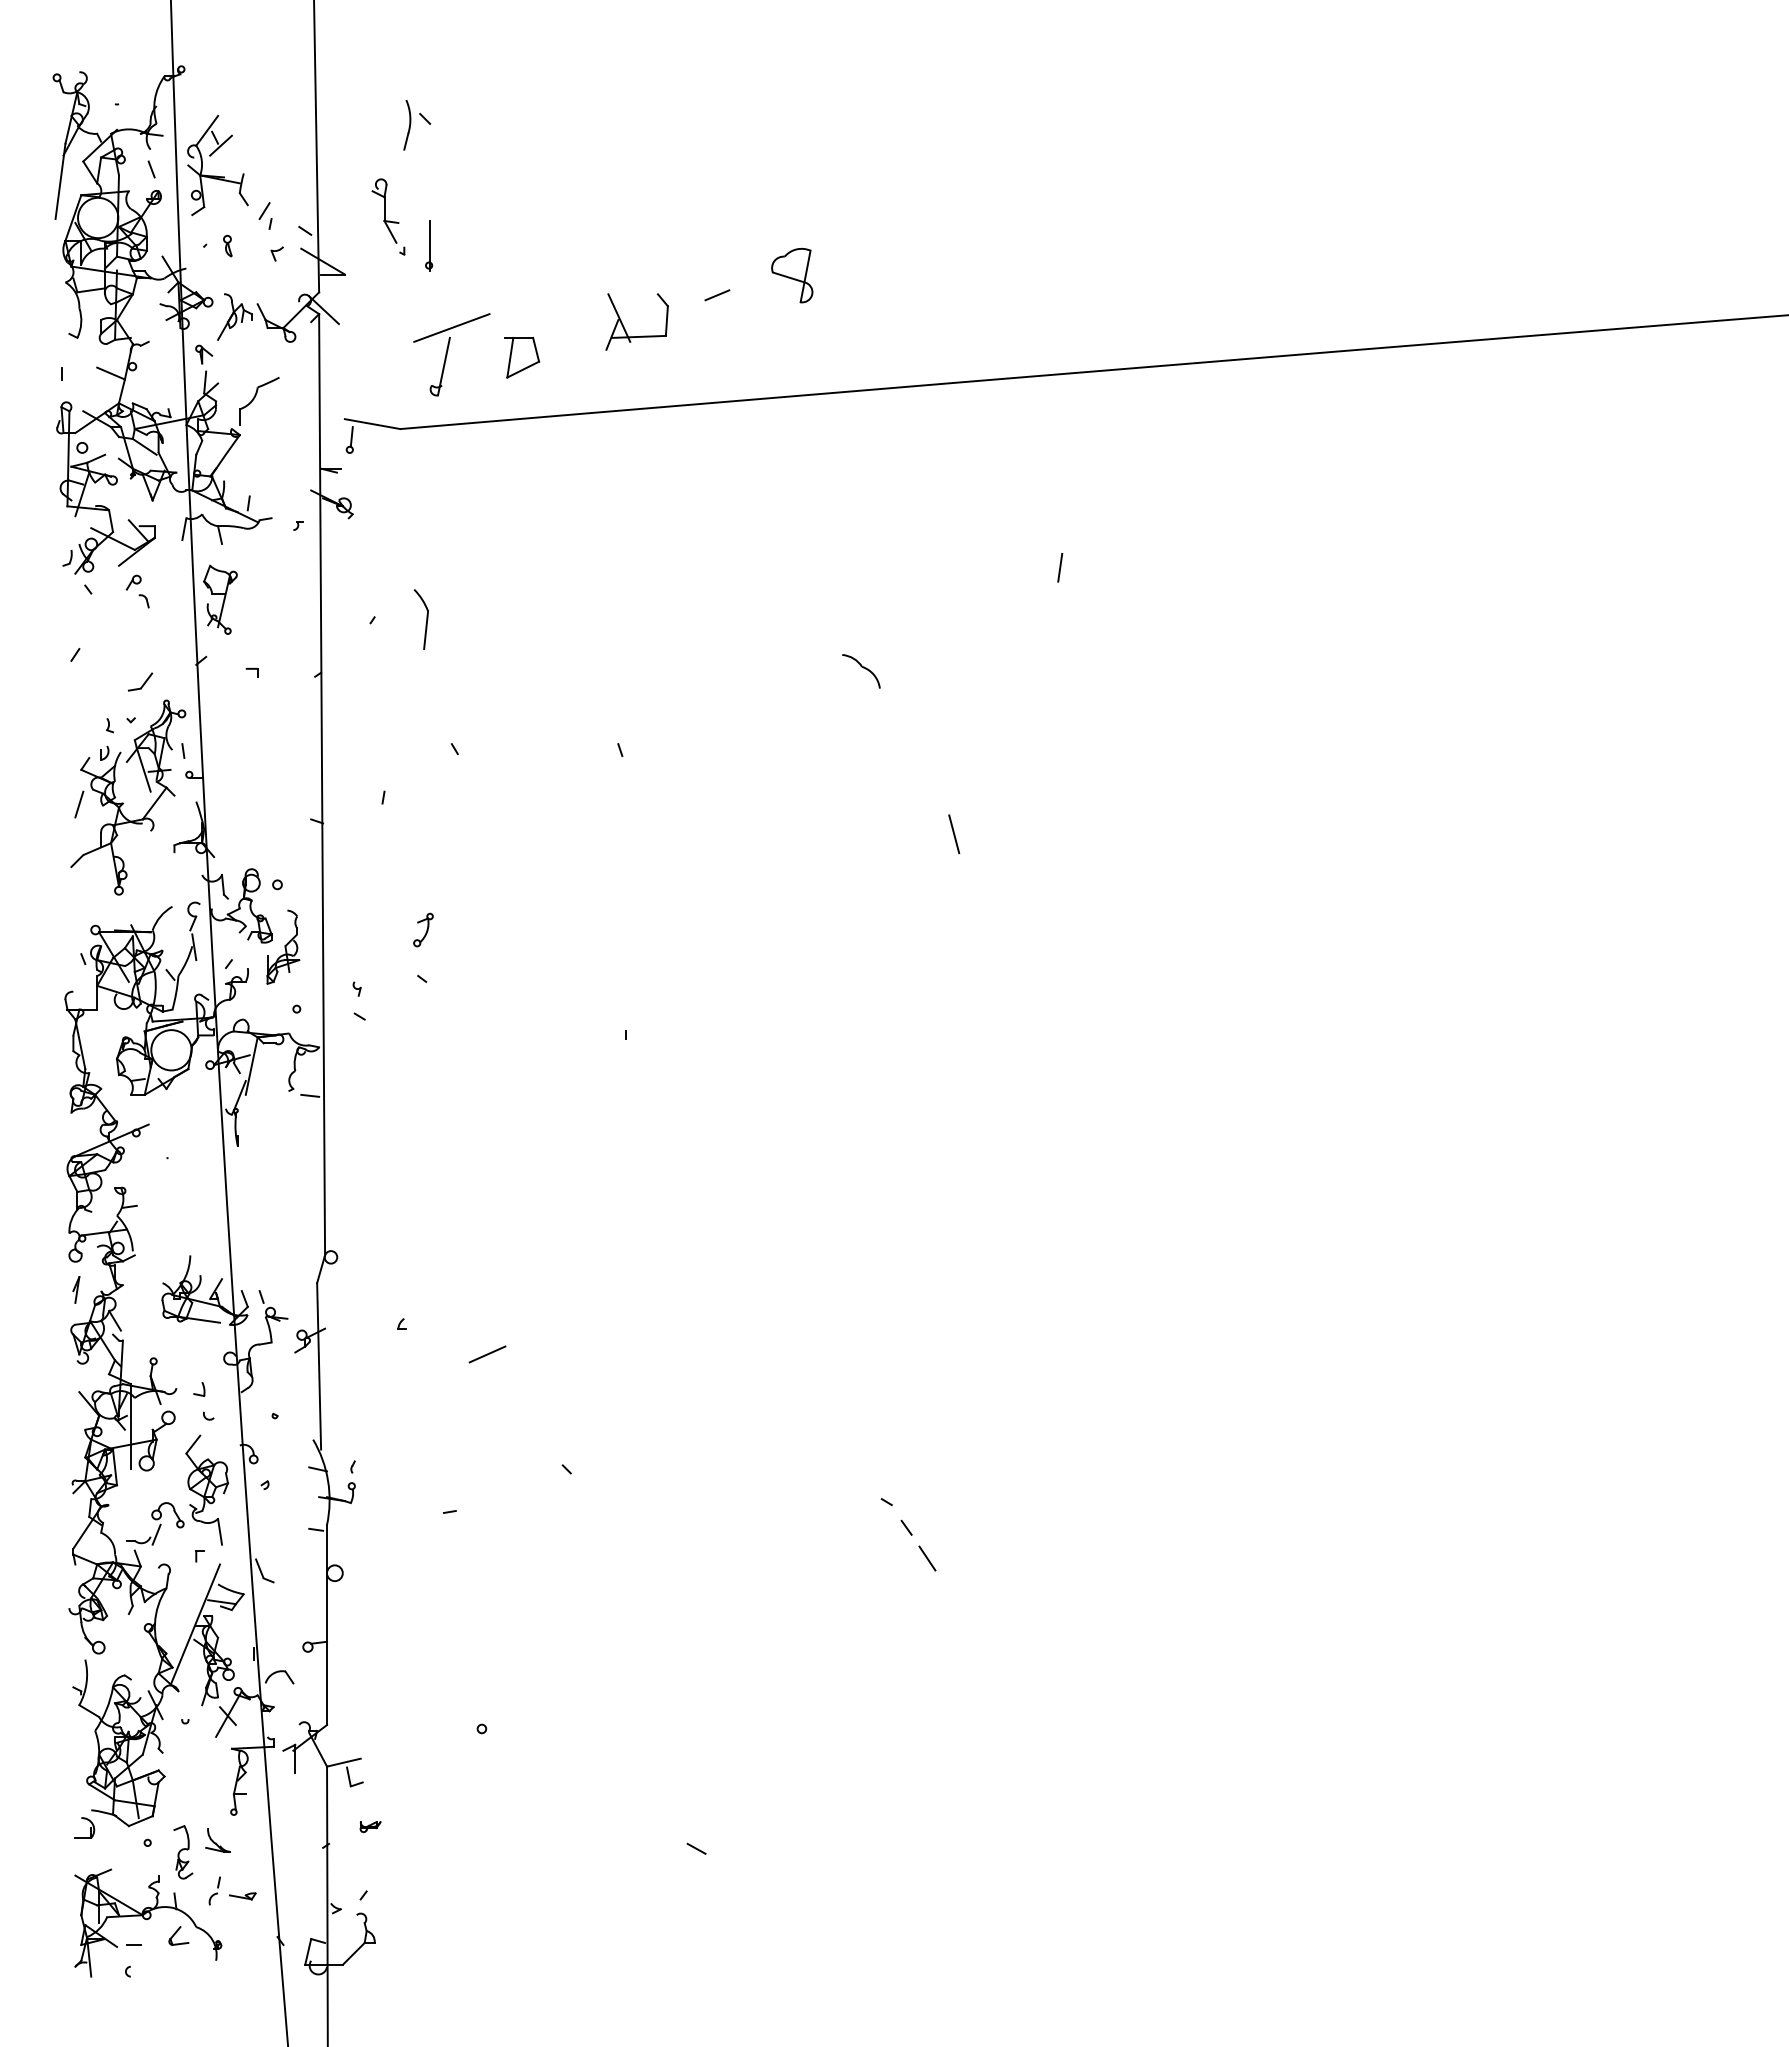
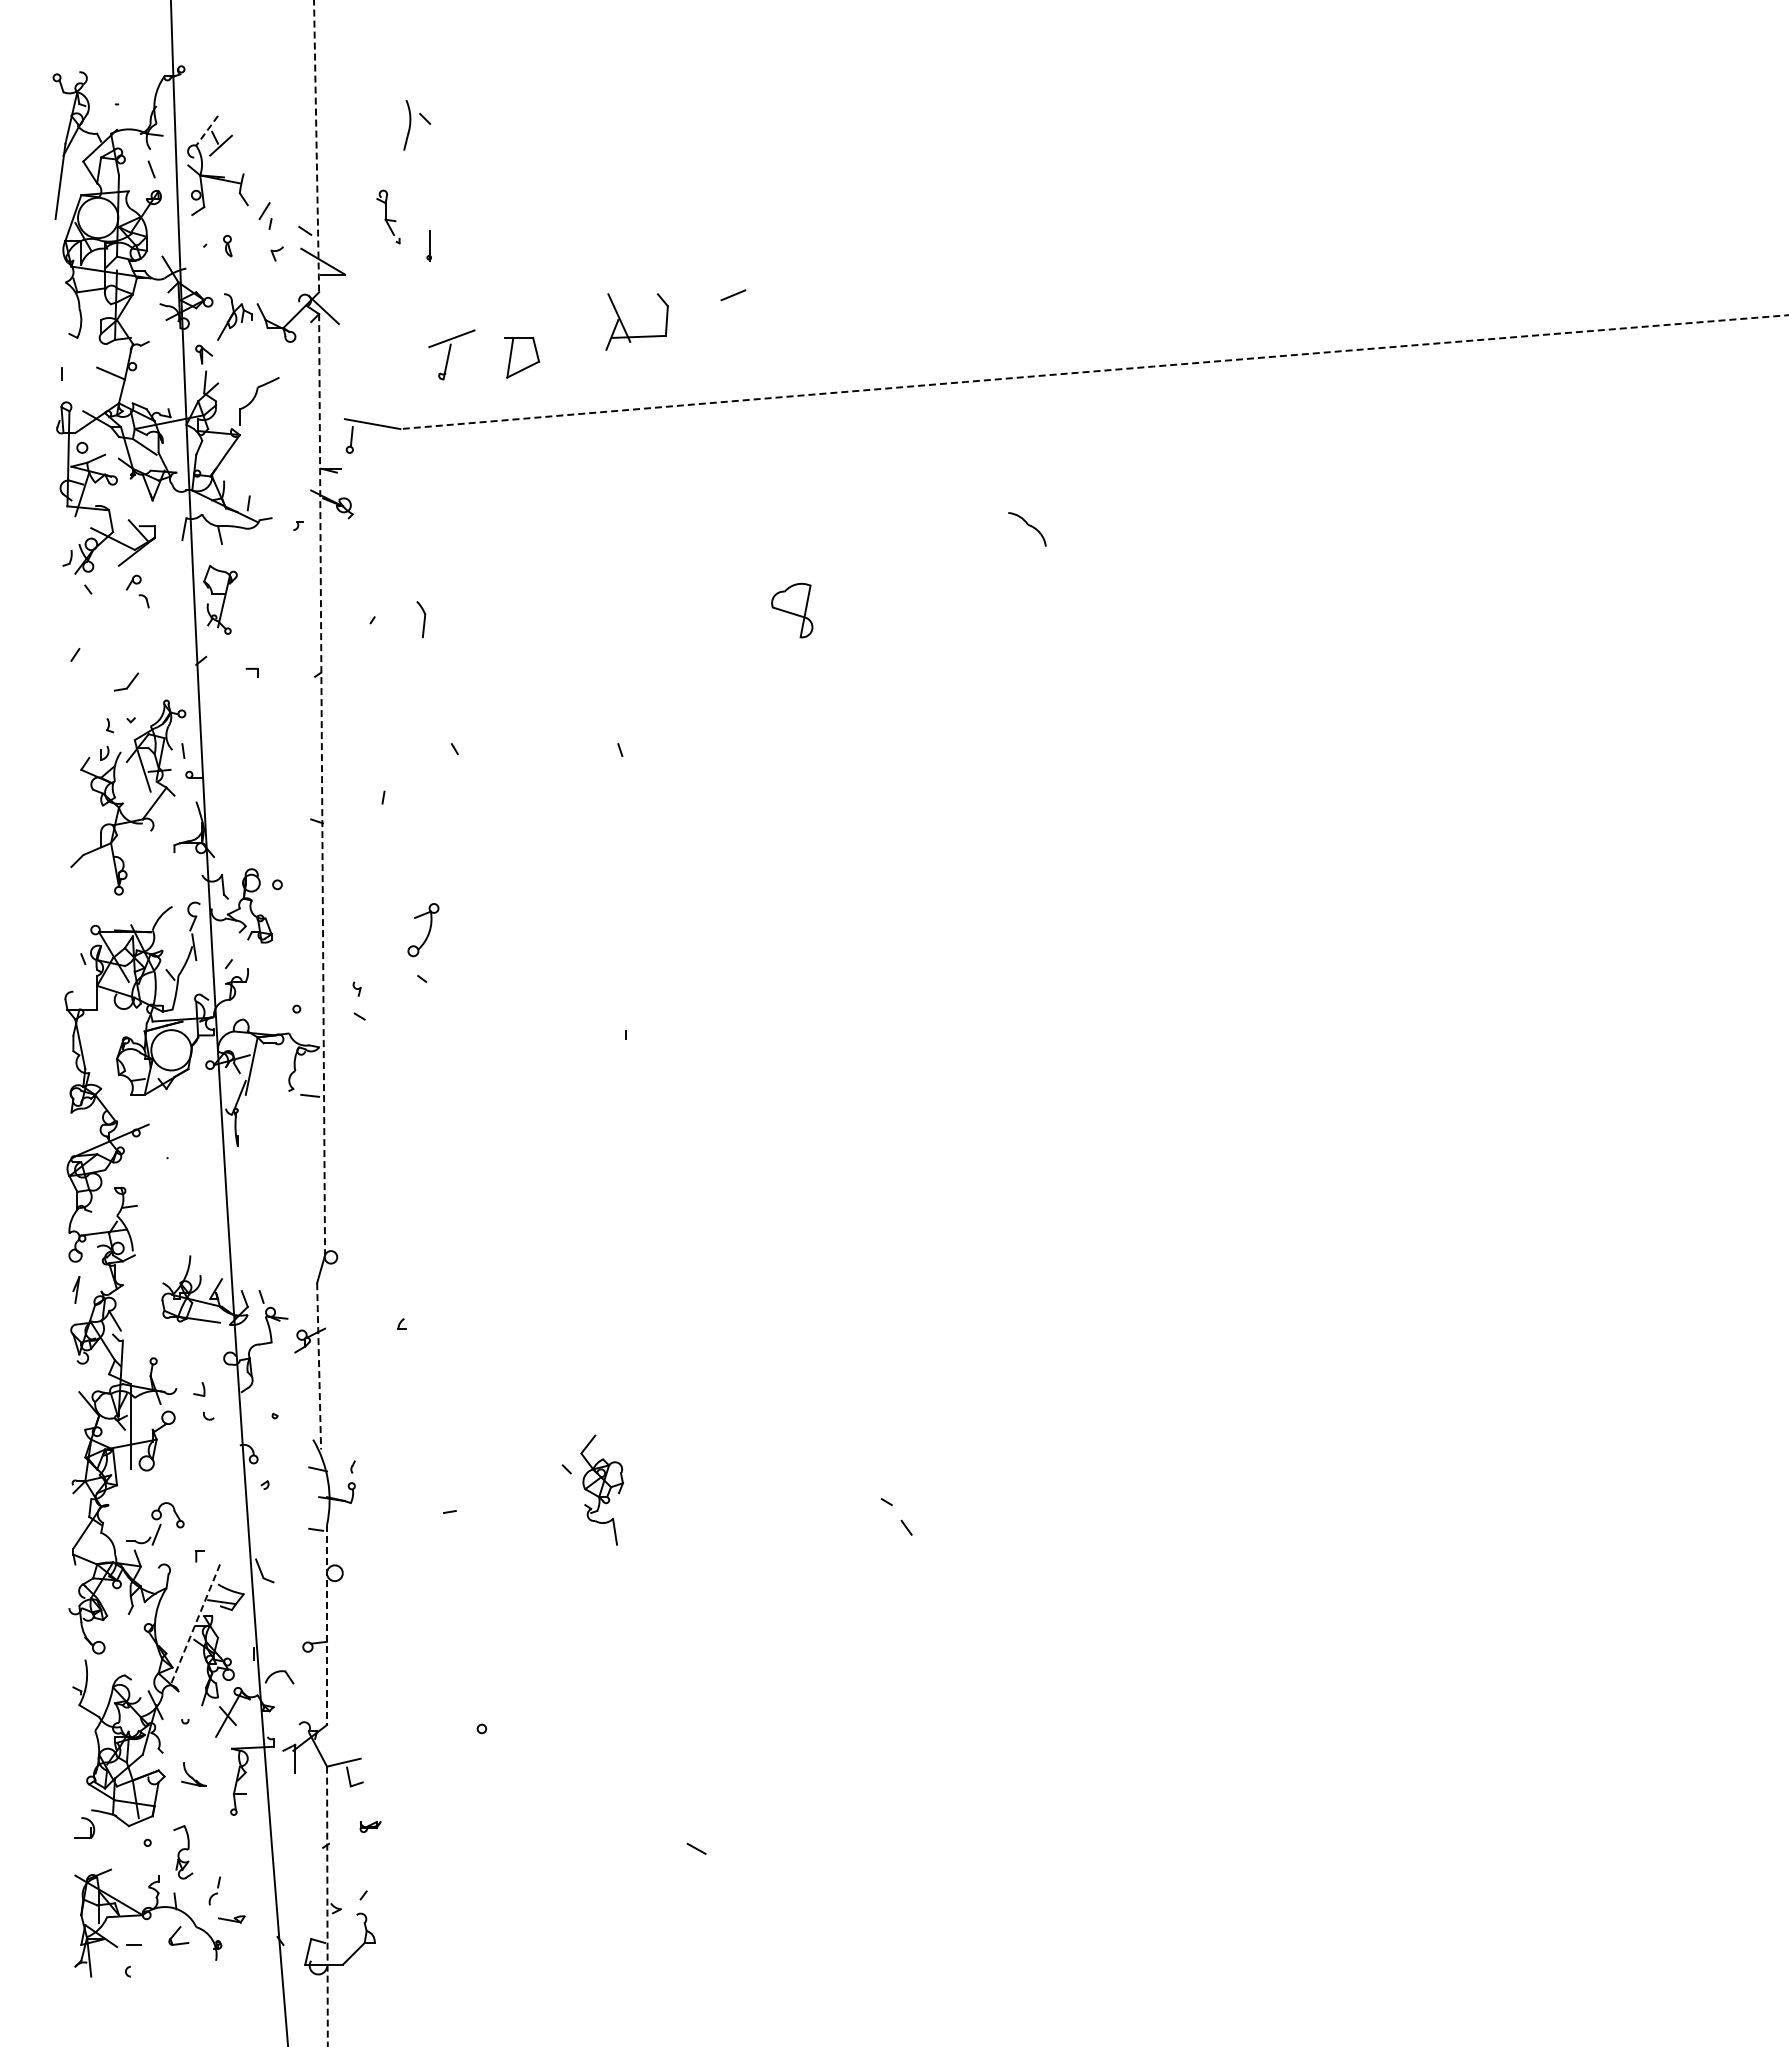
line at (206, 131): solid -> dashed
line at (316, 146): solid -> dashed
part at (388, 216) size: 35x78 px -> 25x56 px
part at (429, 245) size: 9x52 px -> 6x32 px
part at (792, 275) position: (792, 275) -> (792, 610)
line at (717, 295) position: (717, 295) -> (733, 295)
part at (451, 354) size: 78x84 px -> 48x52 px
arc at (1094, 371): solid -> dashed
line at (1060, 567): present -> none
part at (420, 619) size: 16x61 px -> 11x38 px
part at (861, 671) position: (861, 671) -> (1027, 529)
part at (140, 681) position: (140, 681) -> (126, 681)
line at (322, 784): solid -> dashed
line at (79, 804): present -> none
line at (954, 834): present -> none
part at (423, 929) size: 21x36 px -> 33x55 px
part at (283, 946): present -> none
line at (487, 1354): present -> none
line at (319, 1366): solid -> dashed
part at (206, 1489) position: (206, 1489) -> (601, 1489)
line at (927, 1558): present -> none
line at (195, 1625): solid -> dashed
line at (327, 1625): solid -> dashed
part at (217, 1840) position: (217, 1840) -> (193, 1774)
part at (242, 1896) position: (242, 1896) -> (231, 1919)
line at (327, 1906): solid -> dashed
